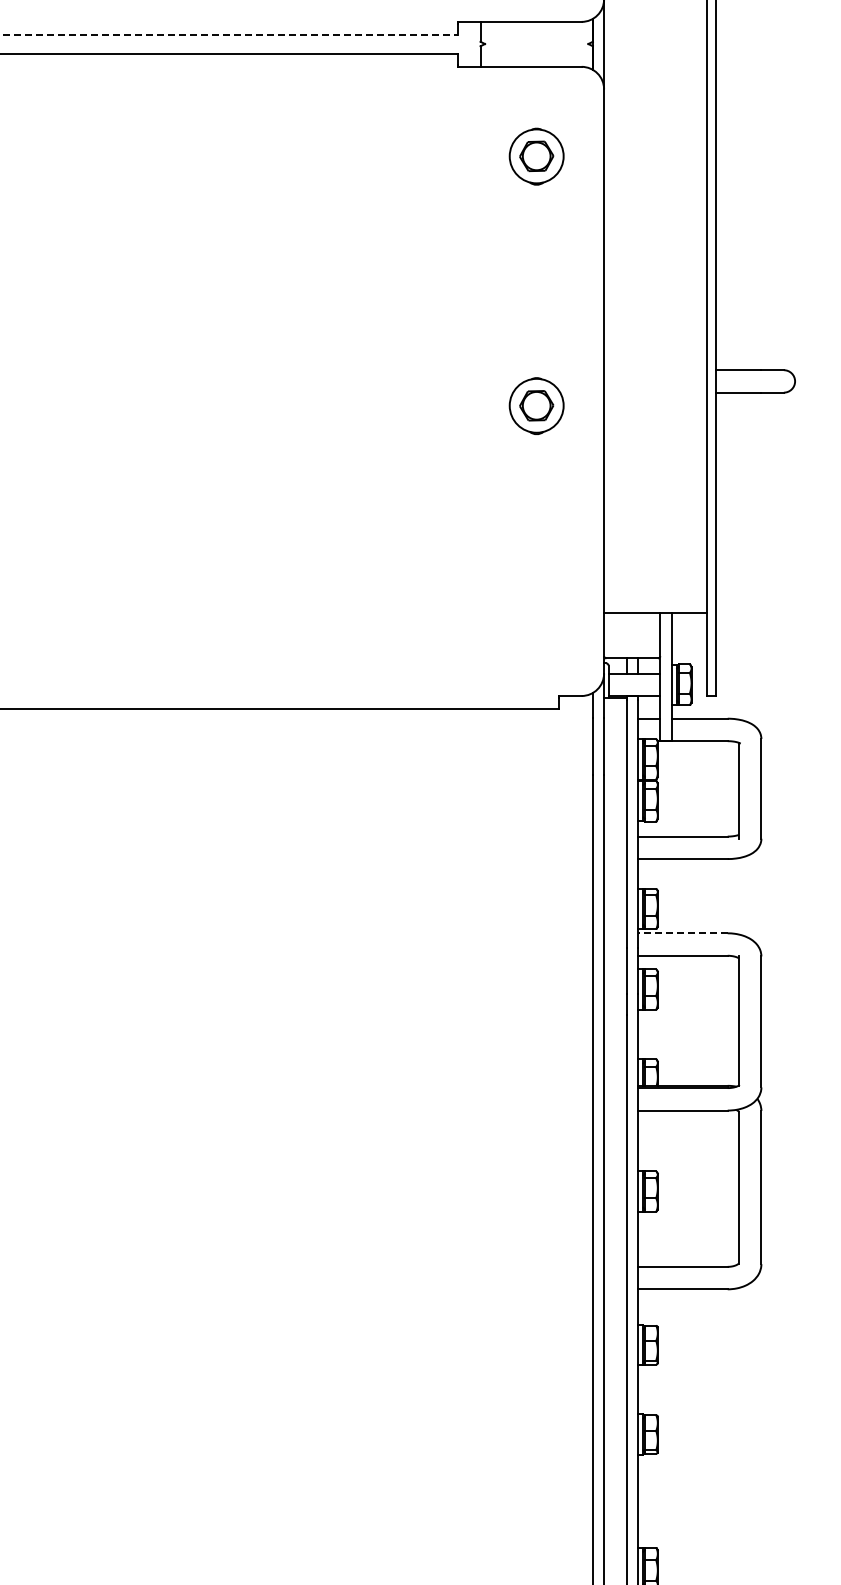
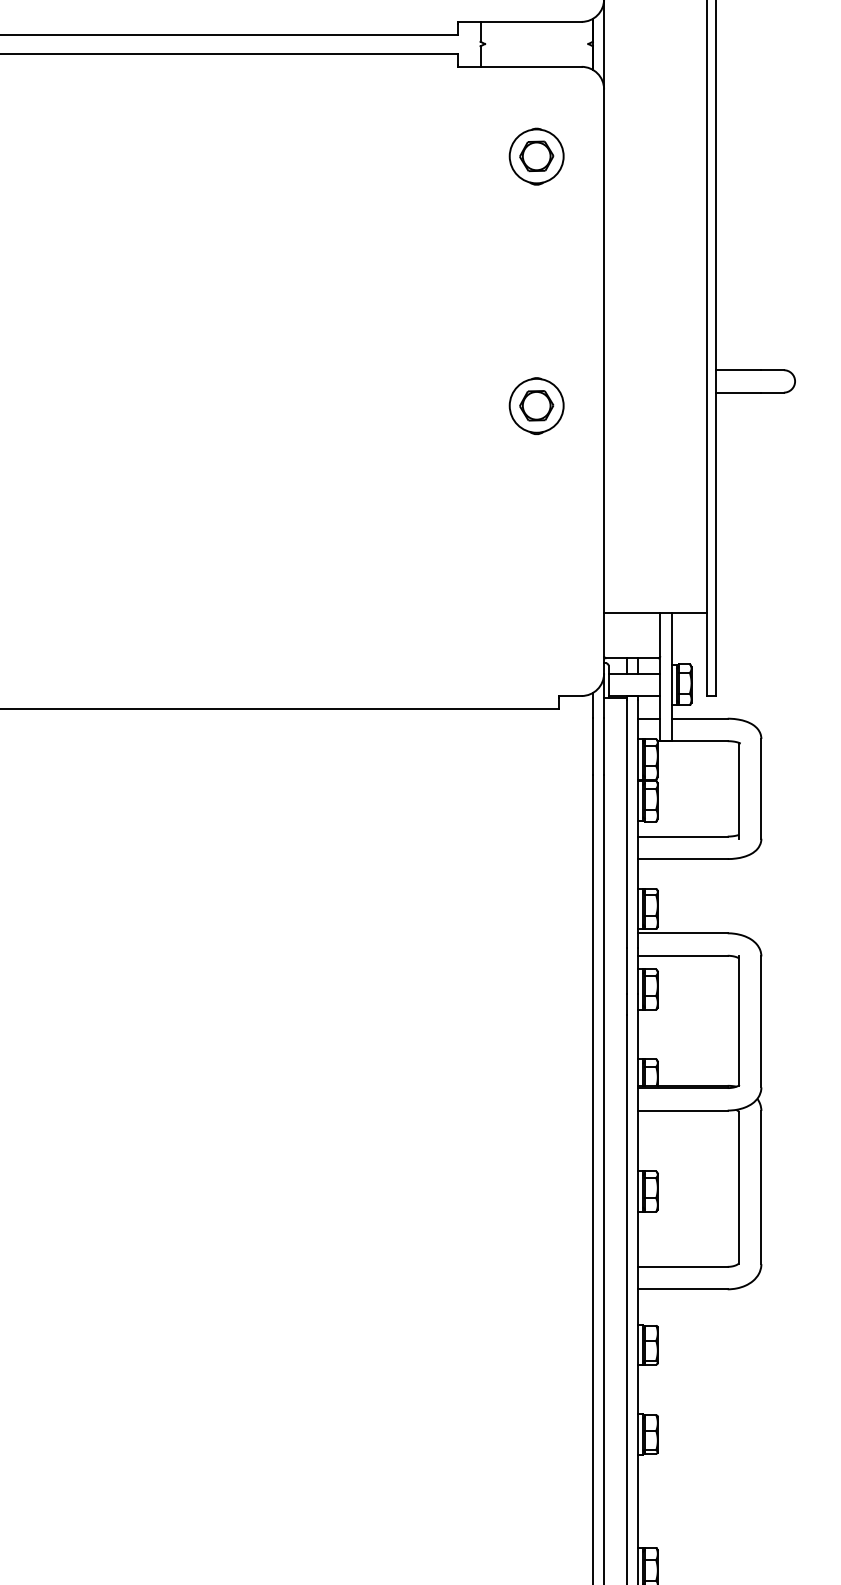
line at (229, 35): dashed -> solid
line at (682, 933): dashed -> solid
